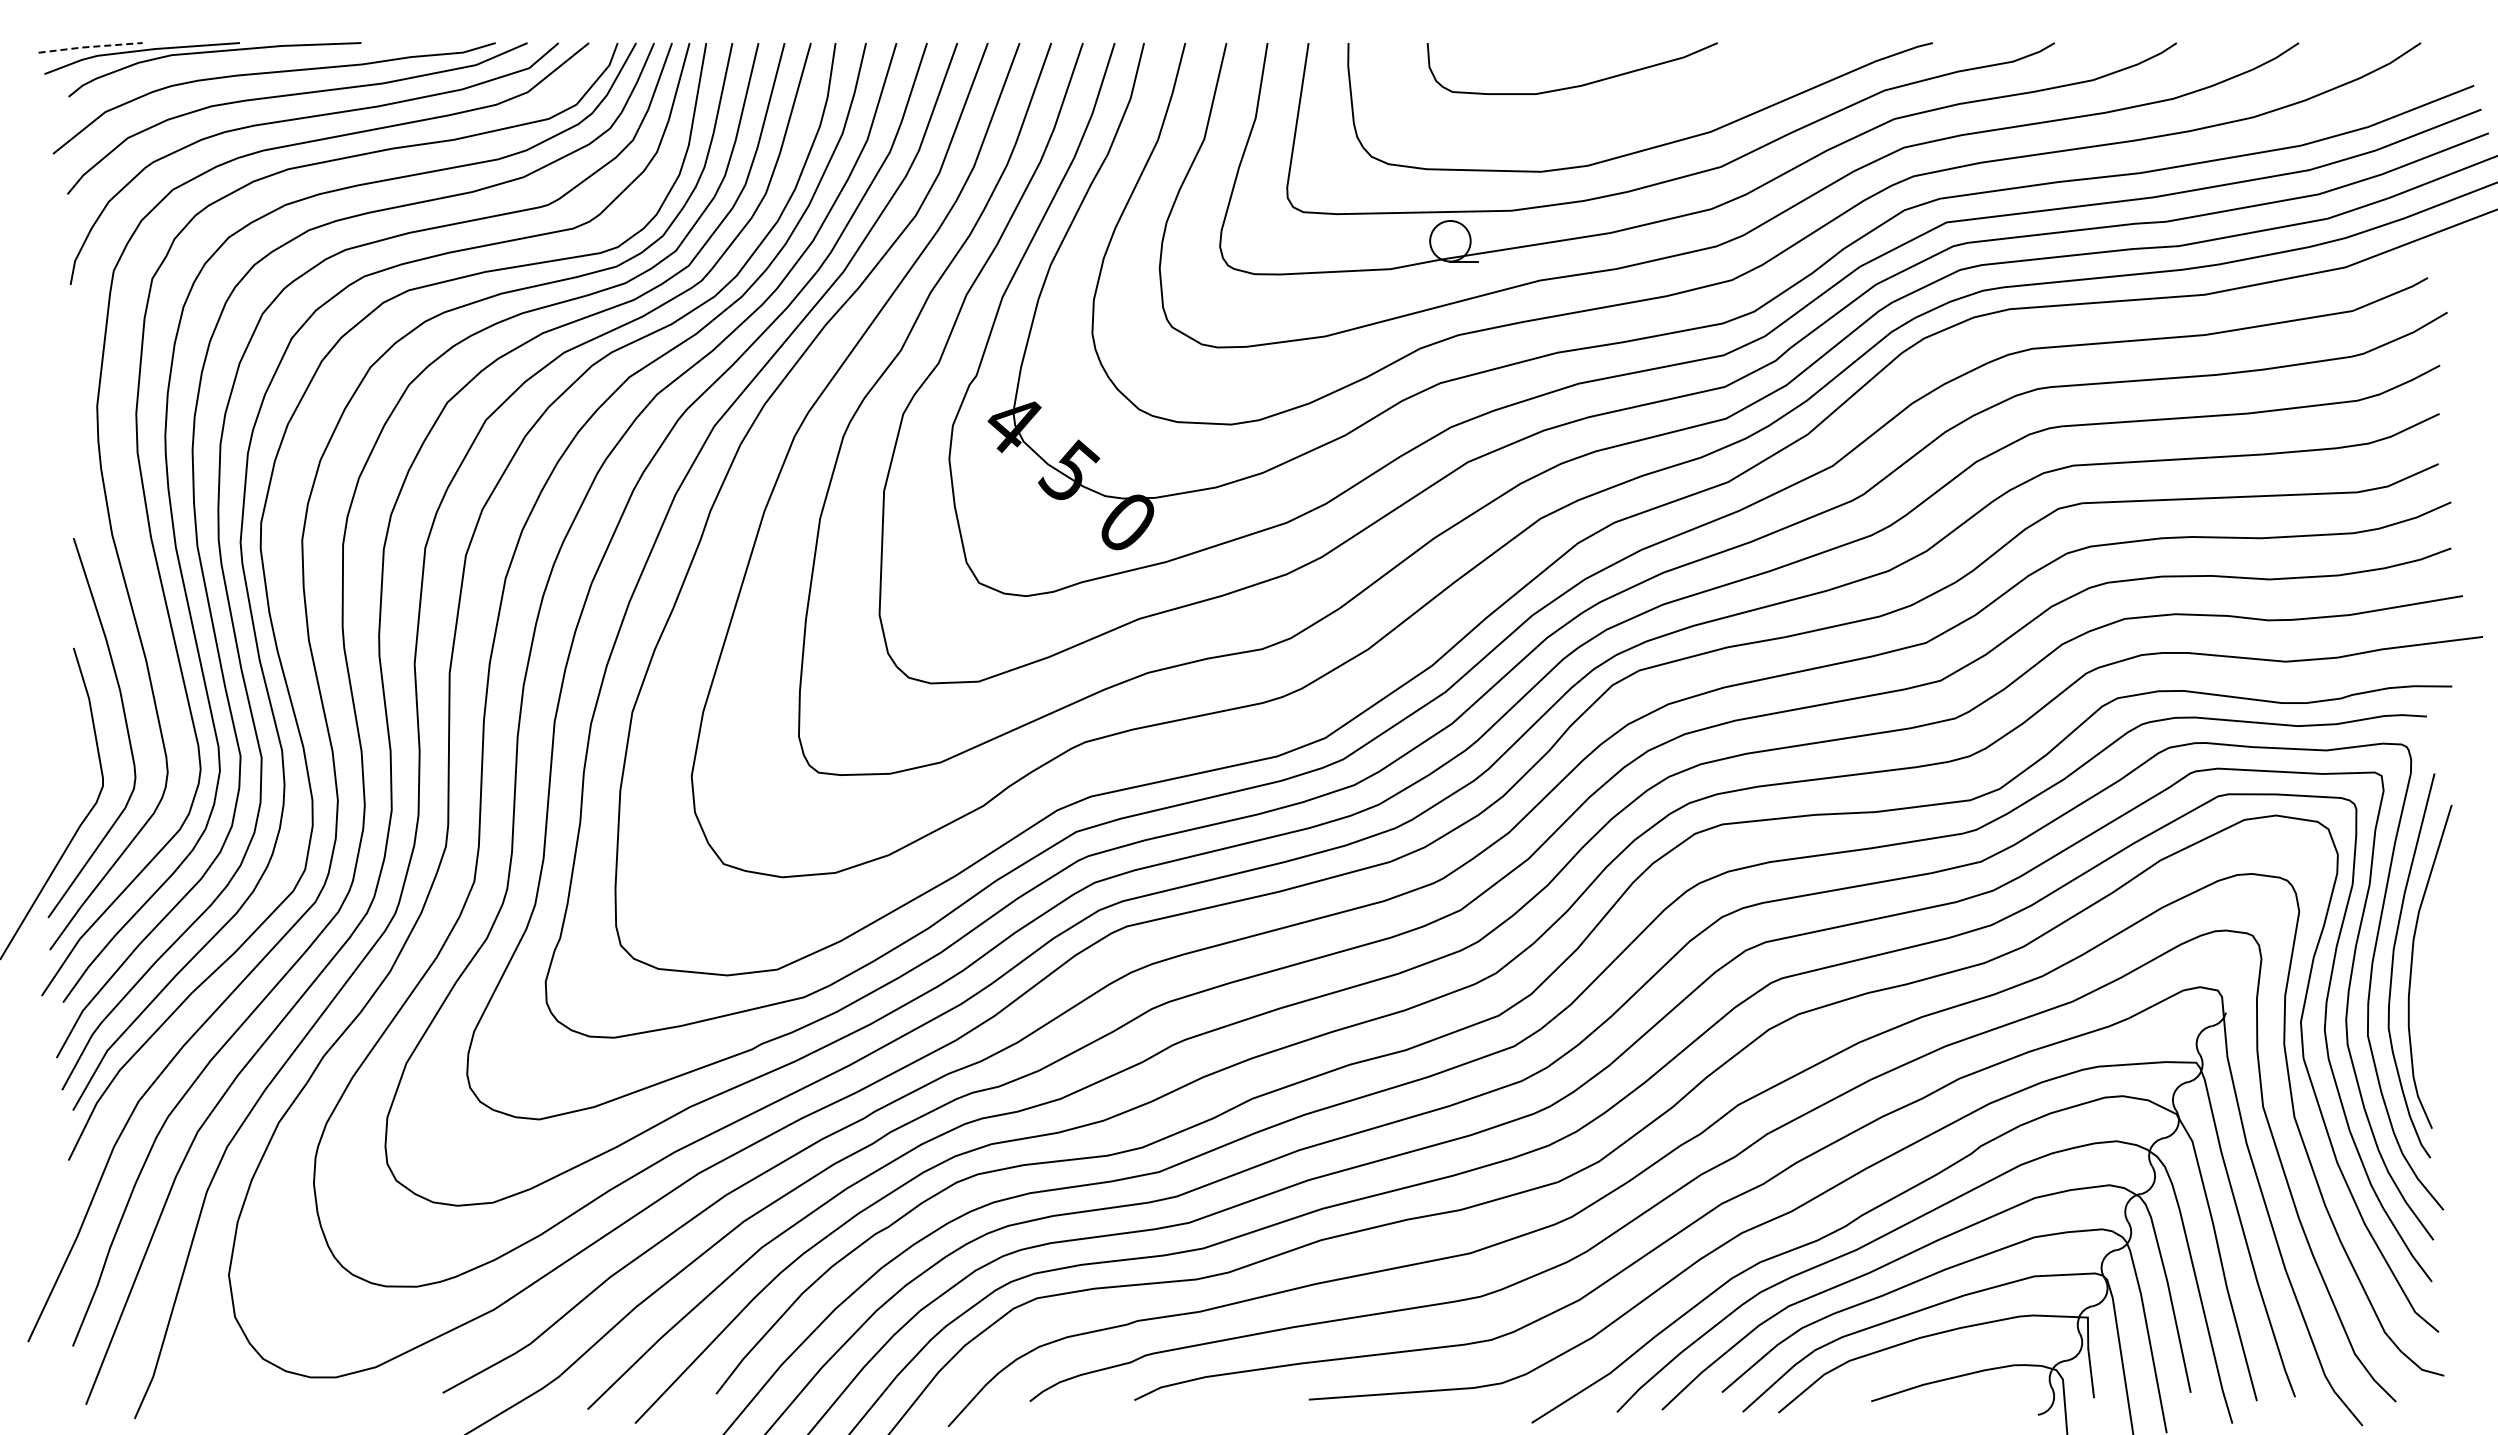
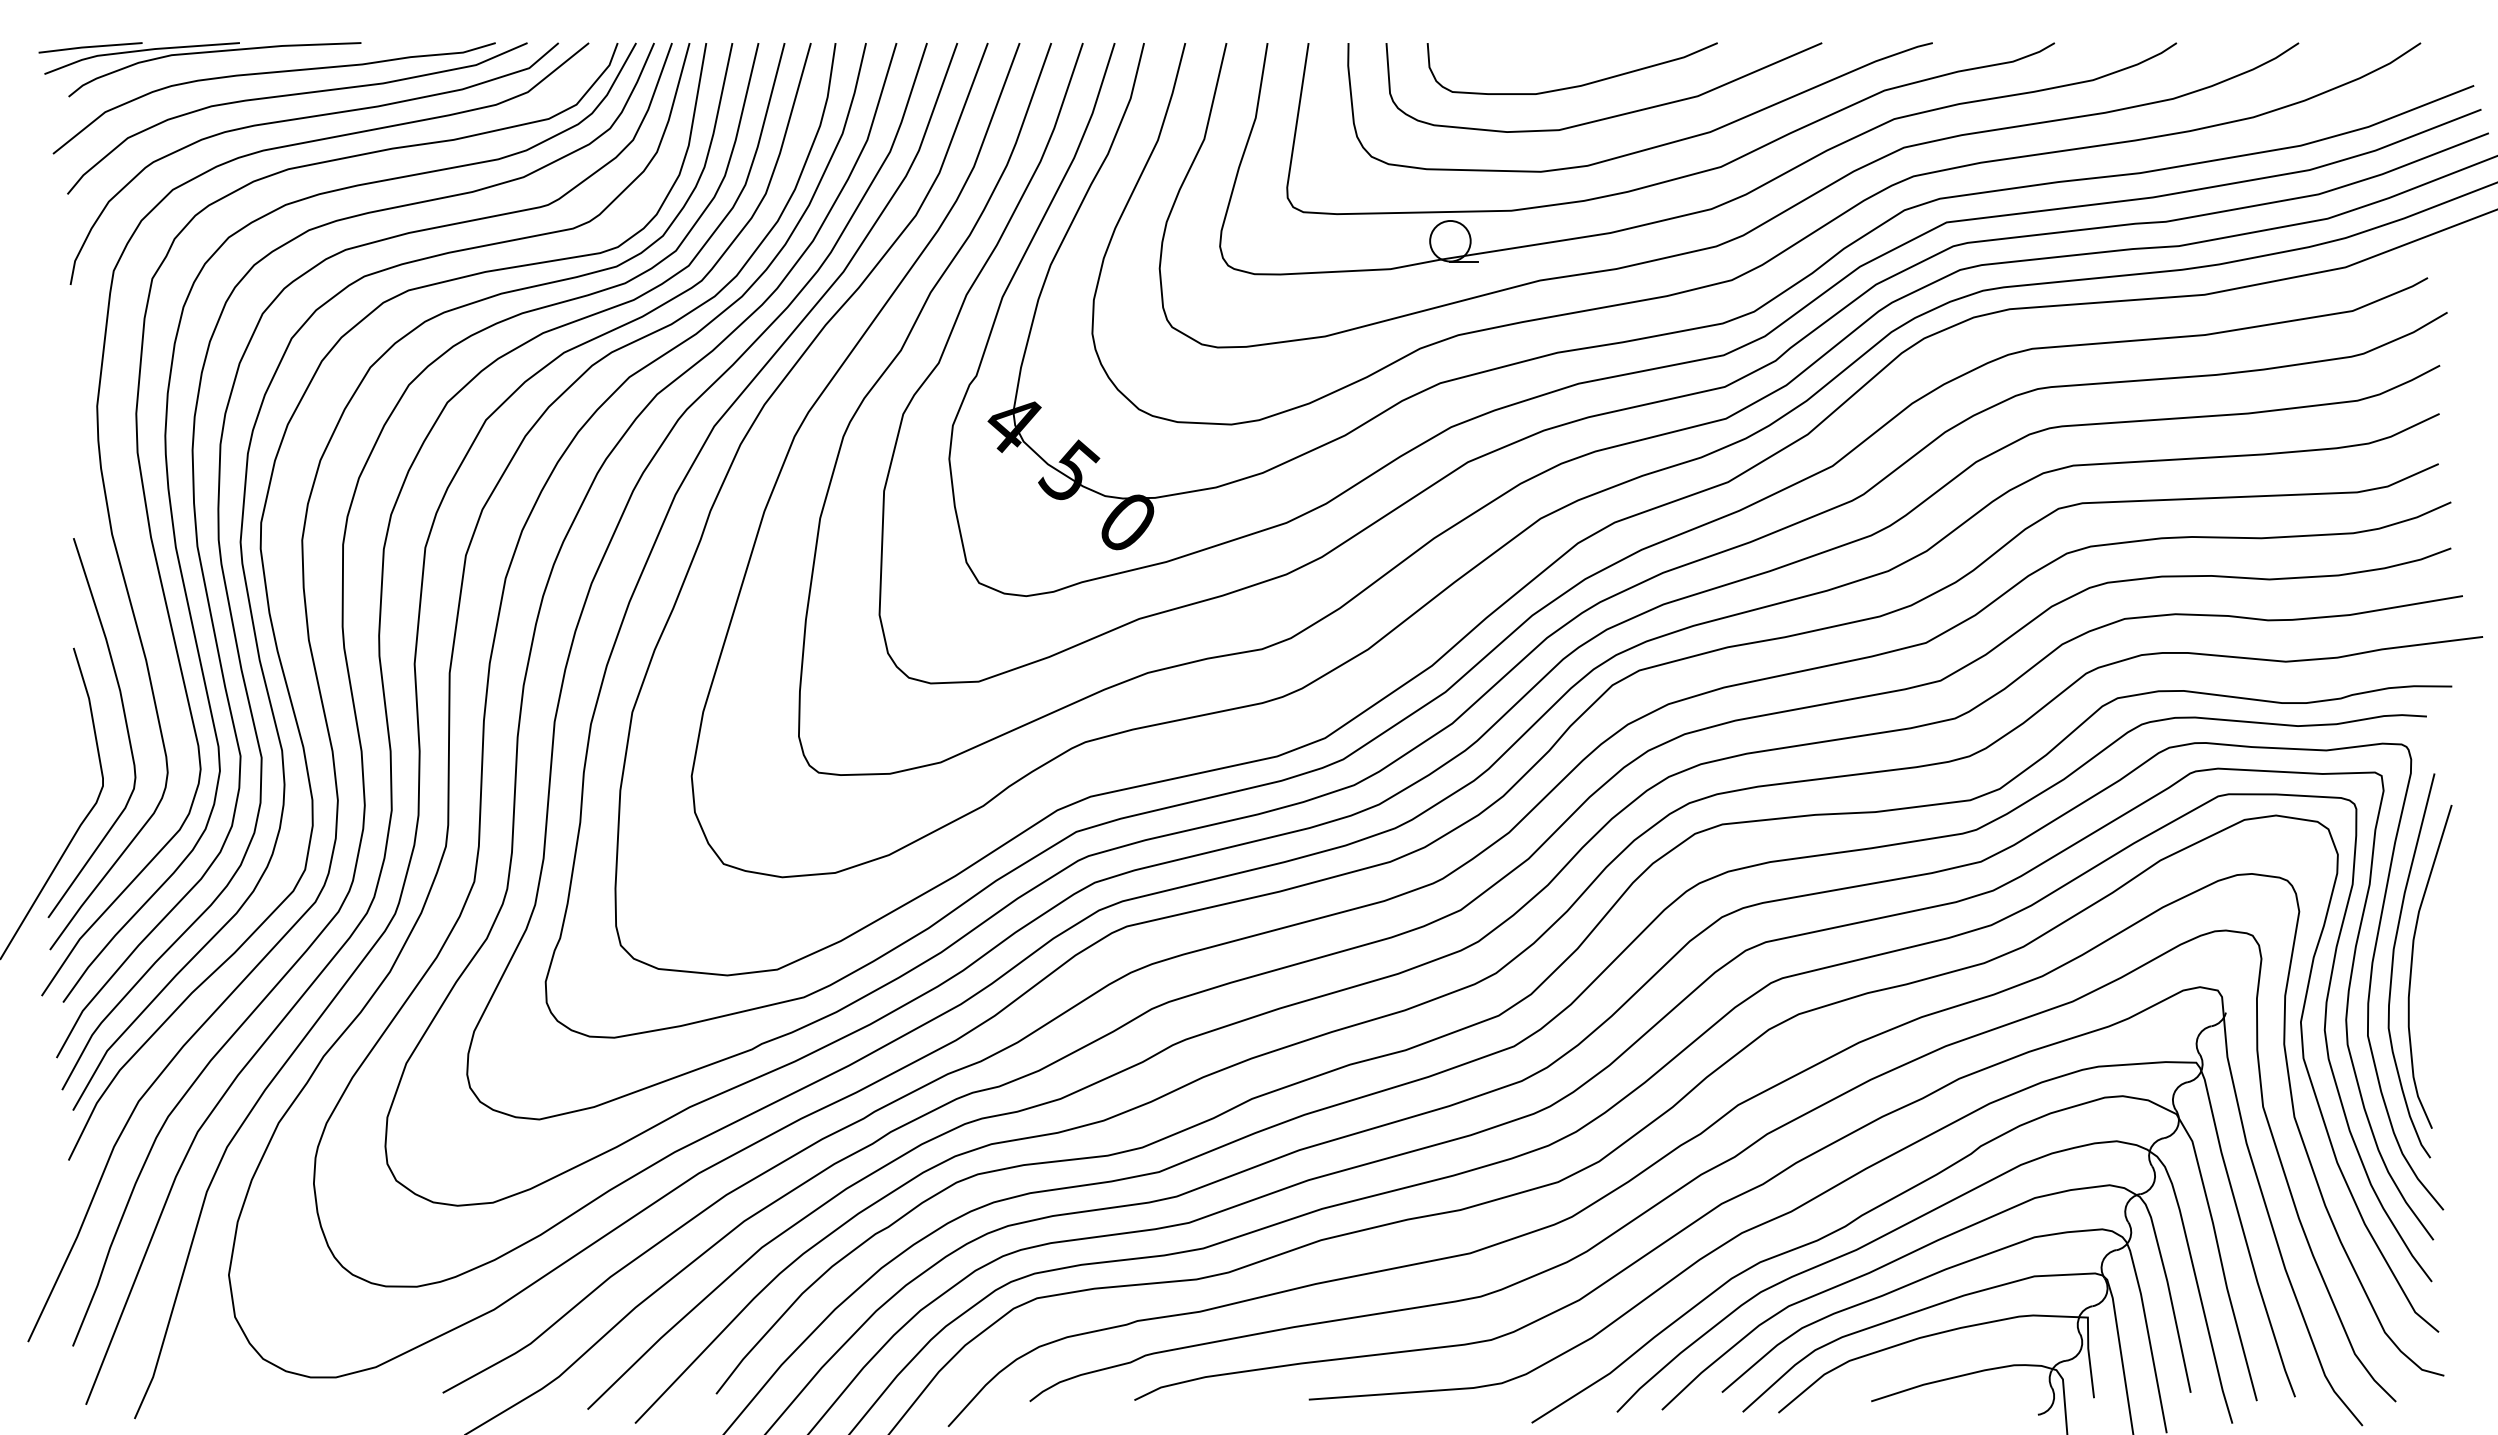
line at (90, 46): dashed -> solid
curve at (1609, 116): none -> present
